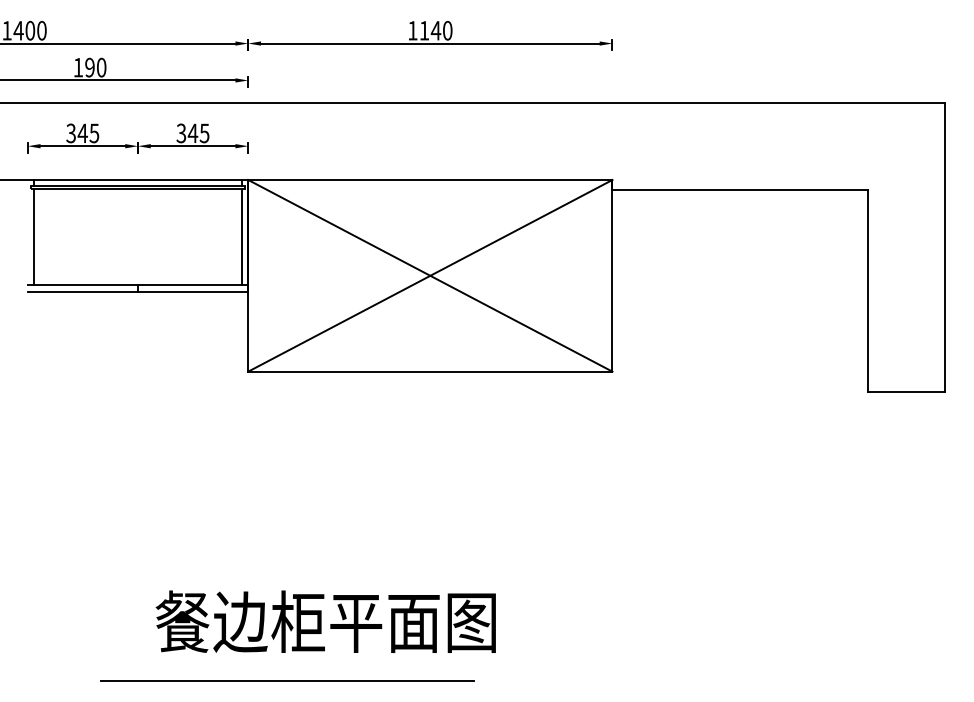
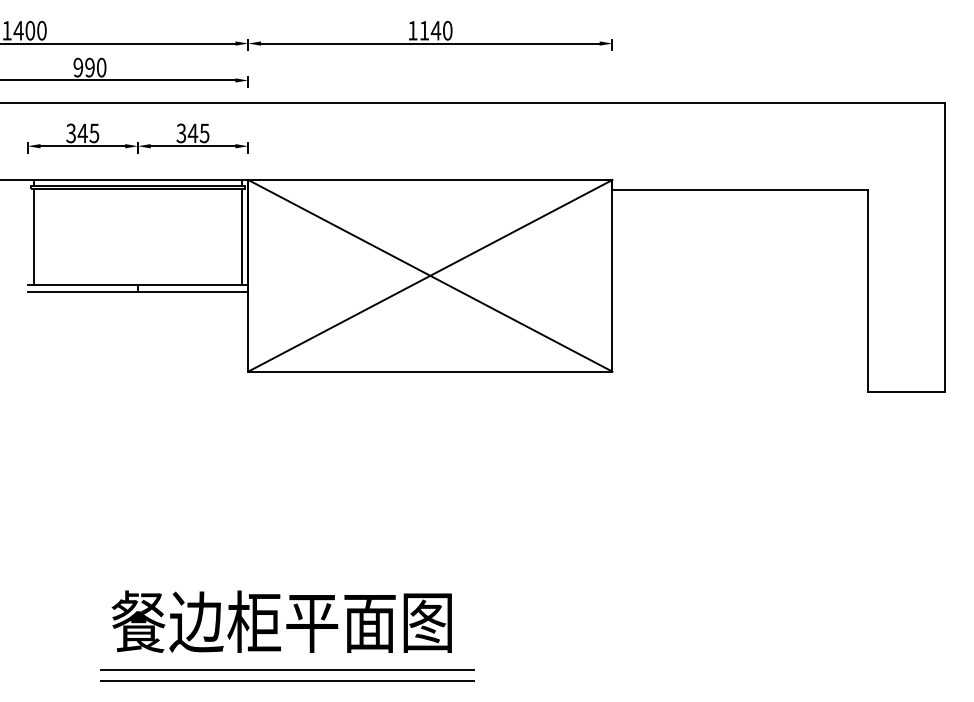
text at (78, 67): 190 -> 990
text at (325, 621) position: (325, 621) -> (281, 621)
line at (287, 669): none -> present
